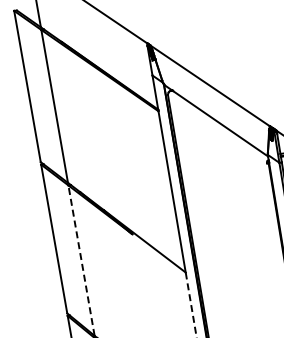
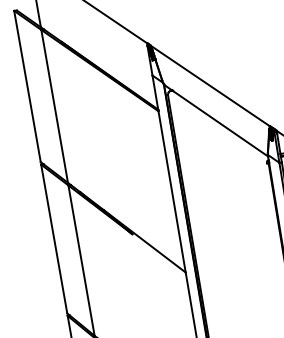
line at (81, 260): dashed -> solid
line at (191, 305): dashed -> solid
